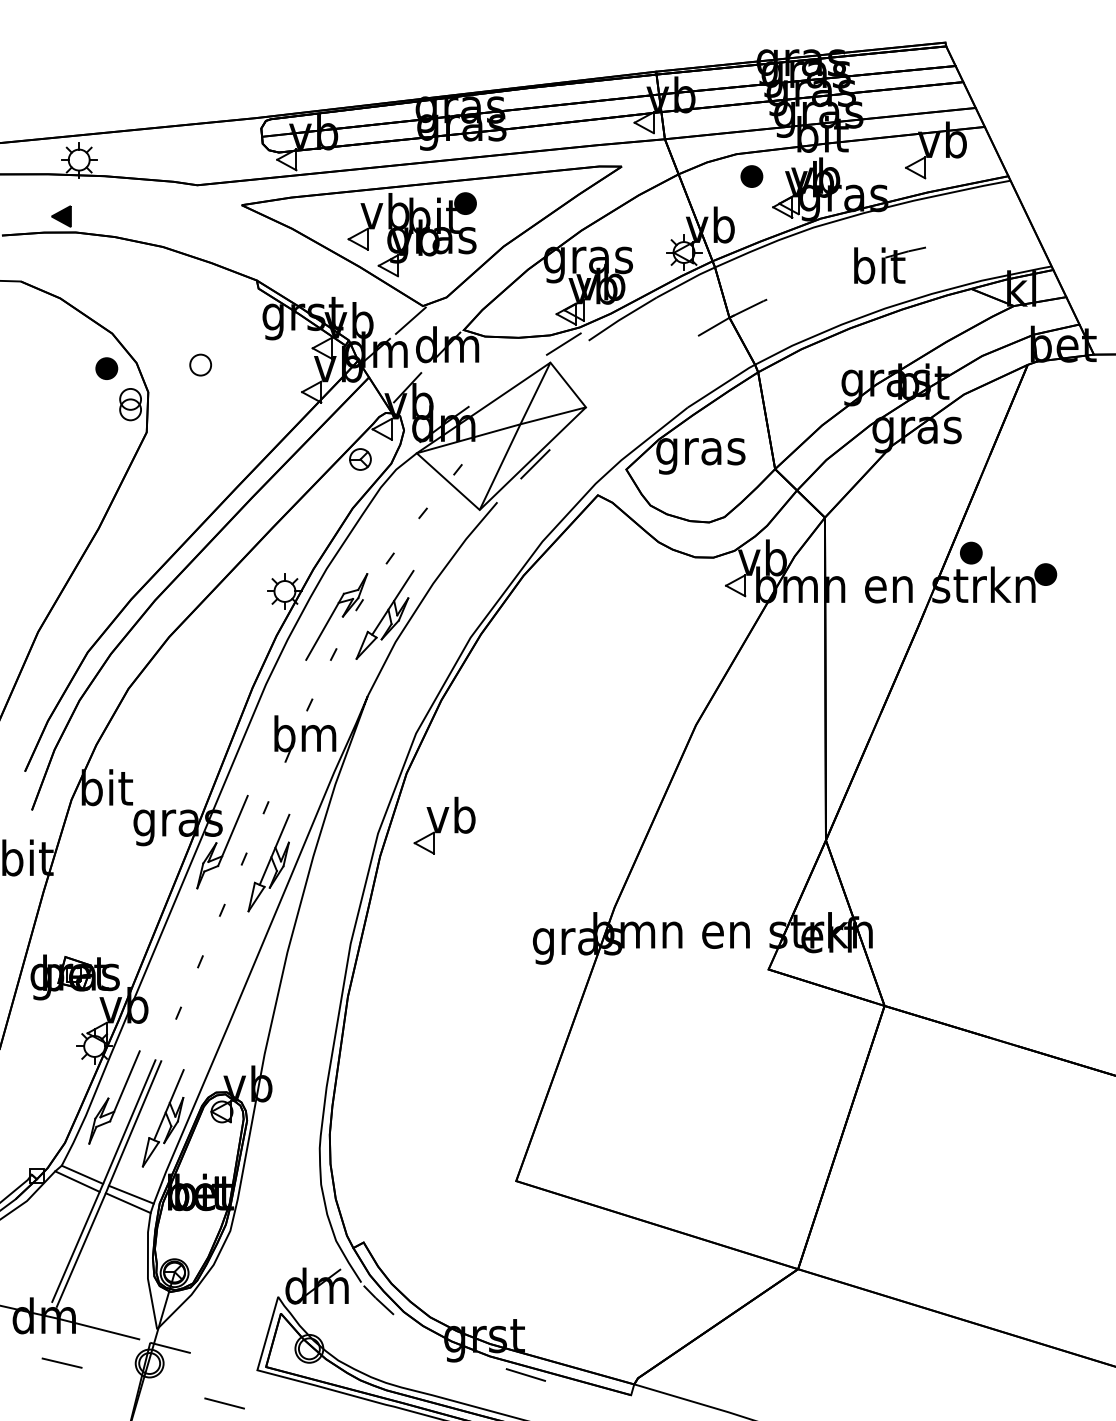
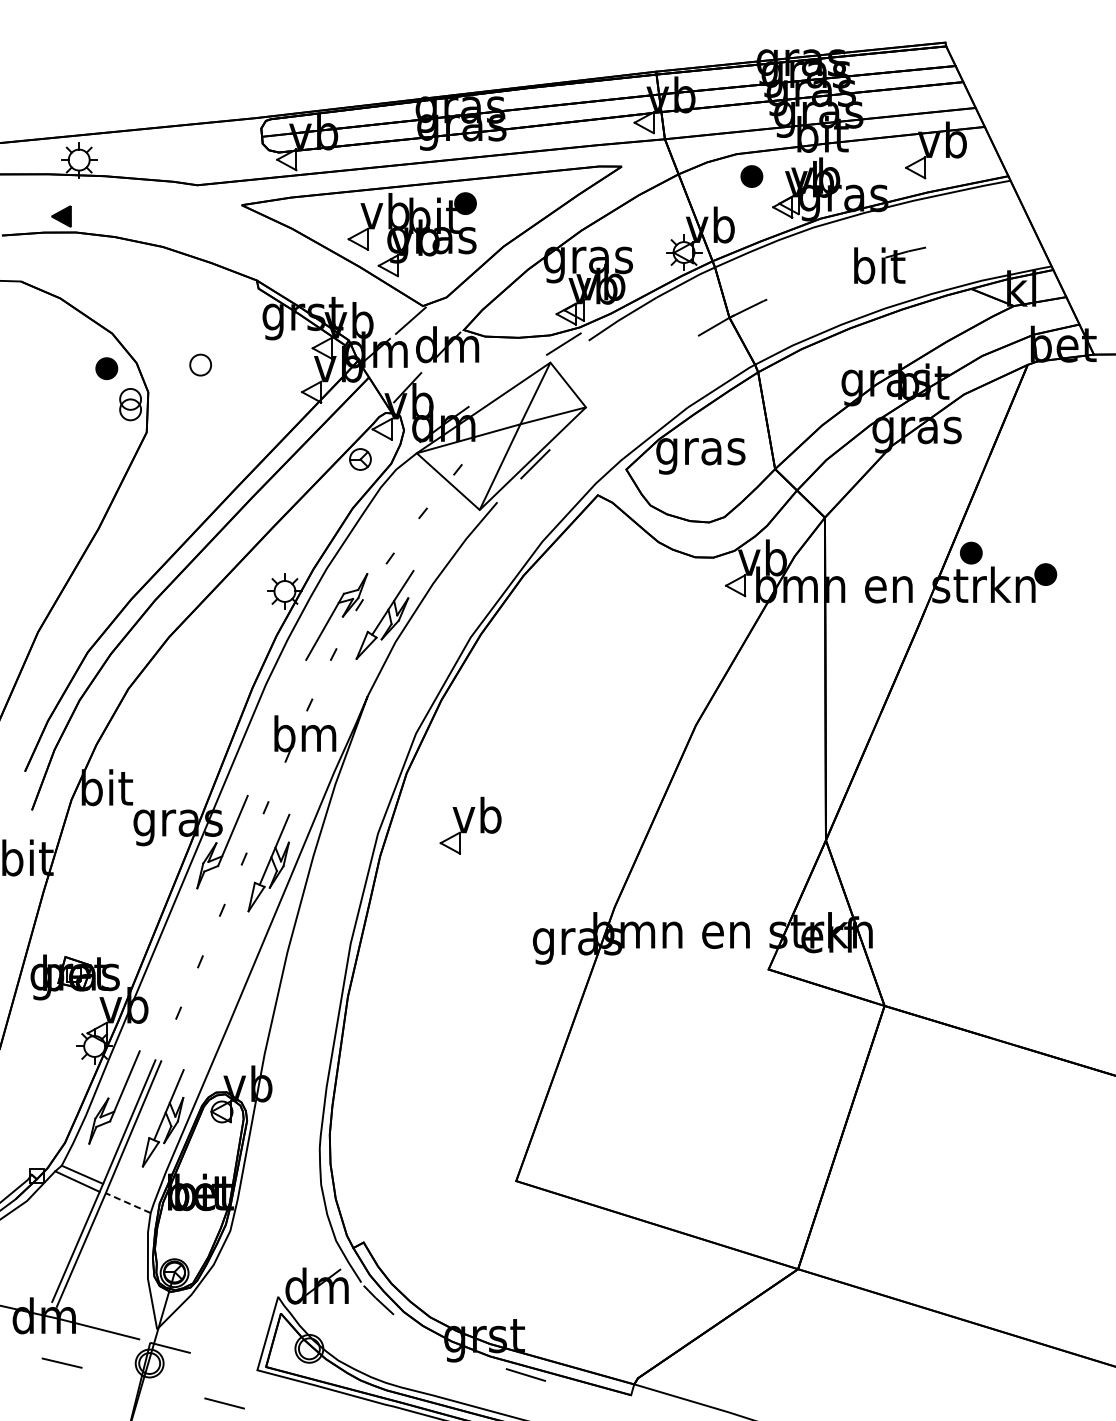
part at (444, 825) position: (444, 825) -> (470, 825)
line at (130, 1194): present -> none
line at (128, 1203): solid -> dashed
